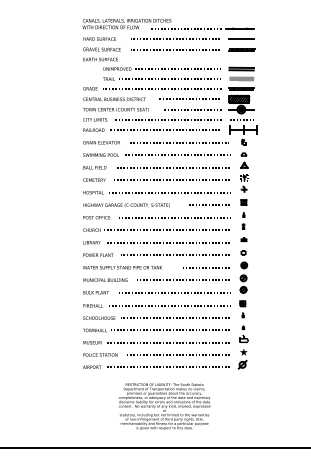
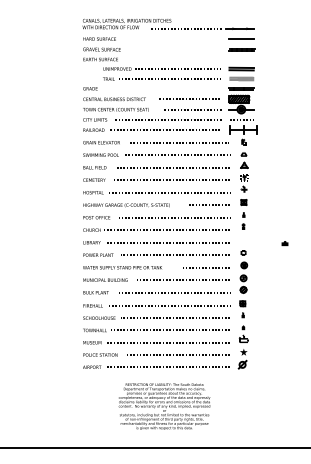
line at (175, 39): present -> none
line at (175, 50): present -> none
line at (162, 89): present -> none
part at (243, 239) position: (243, 239) -> (284, 243)
